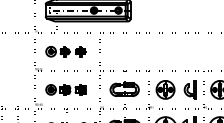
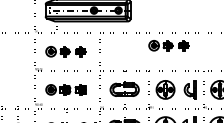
part at (168, 45): none -> present
